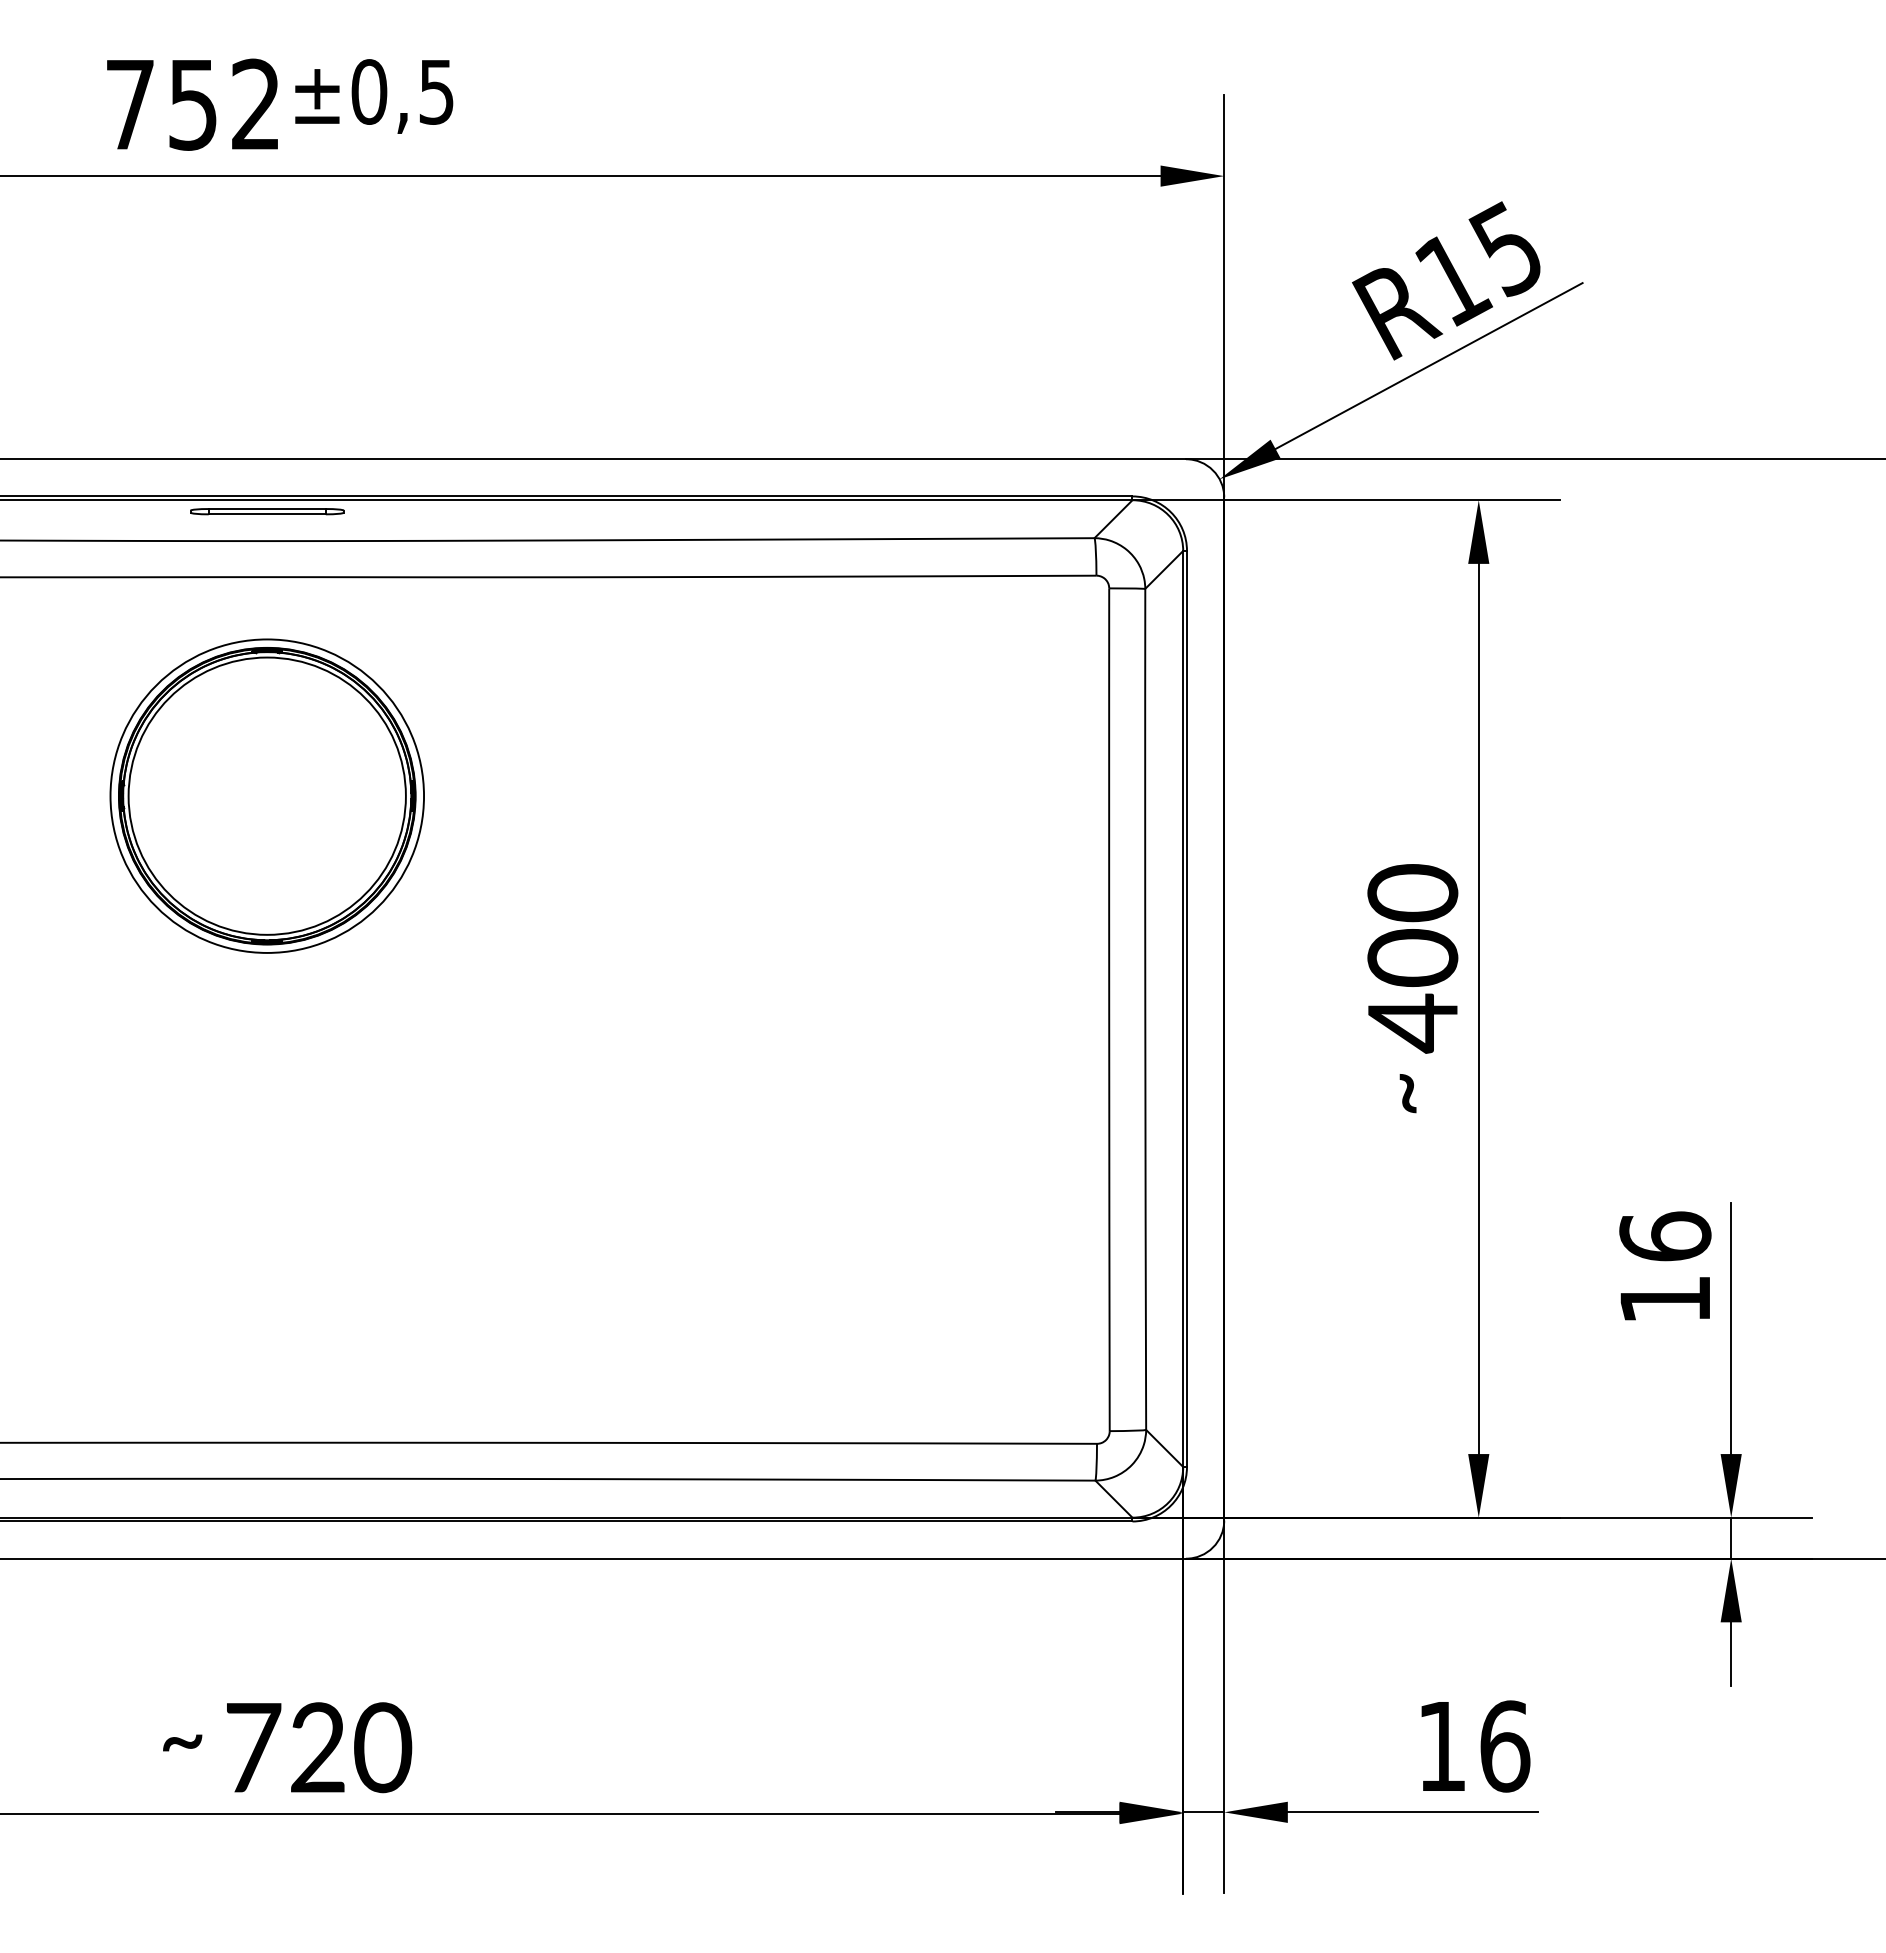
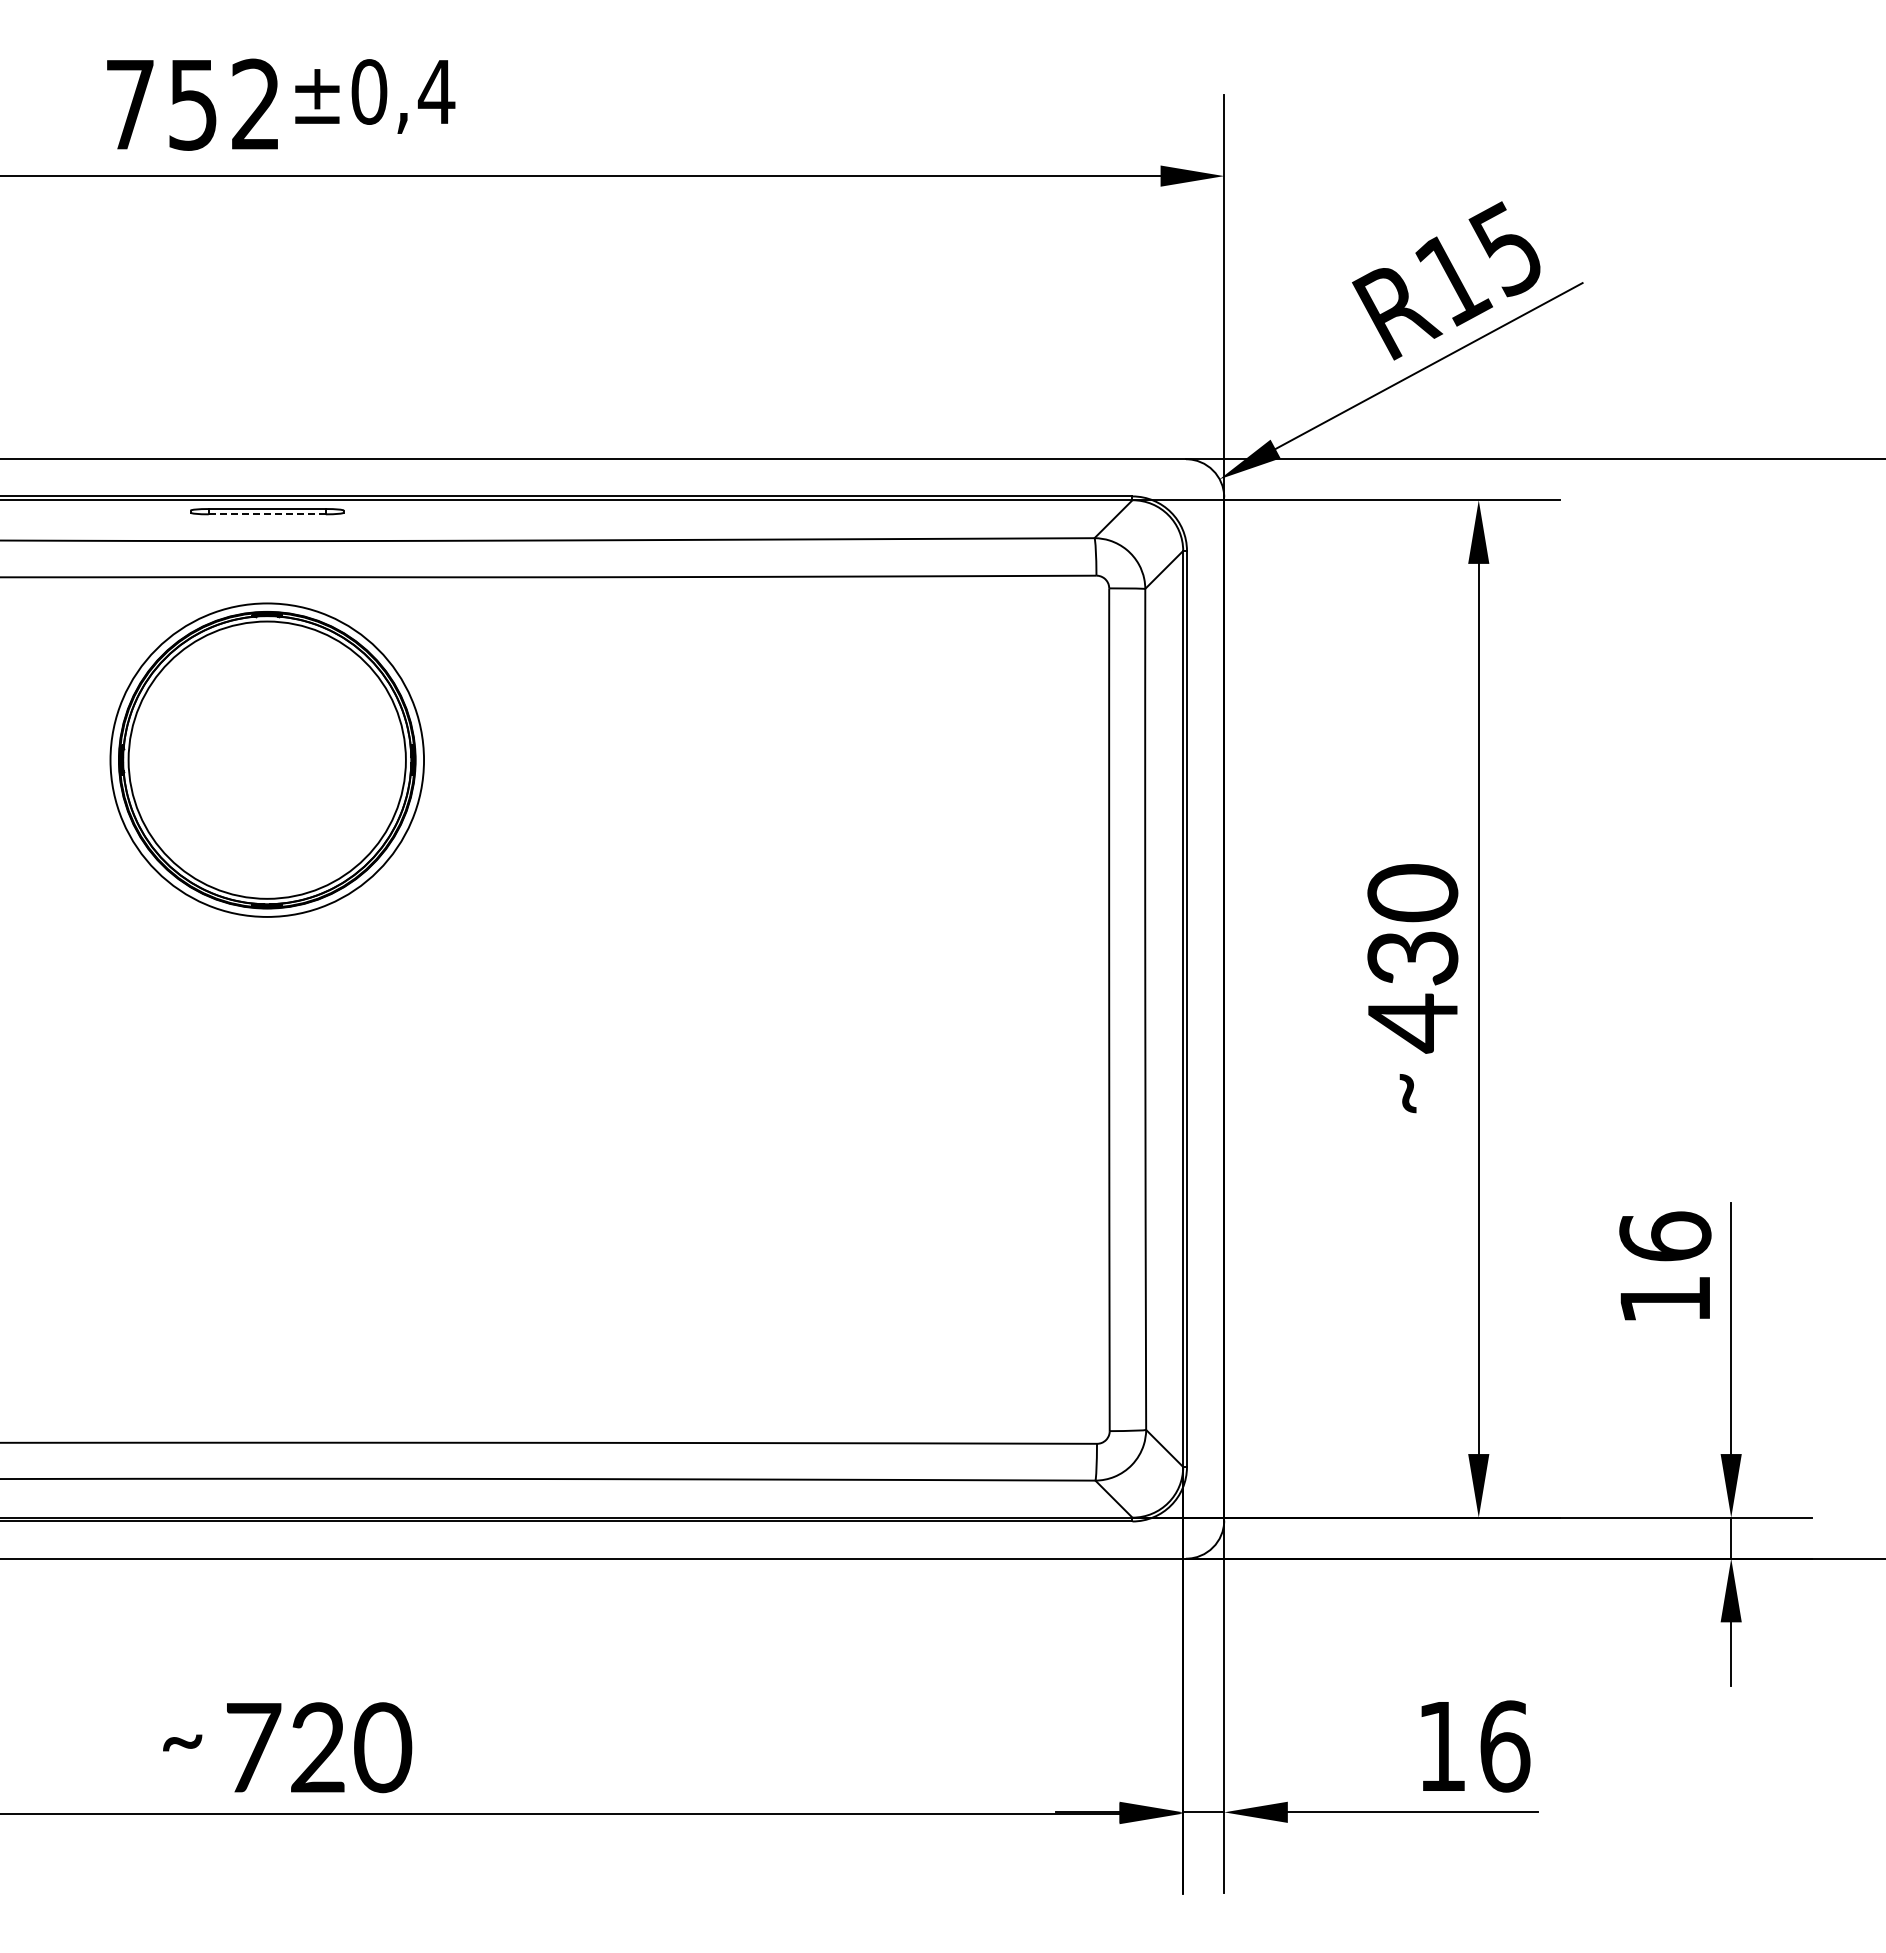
text at (436, 92): ±0,5 -> ±0,4
line at (267, 514): solid -> dashed
part at (266, 795) position: (266, 795) -> (266, 759)
text at (1412, 957): 400 -> 430
